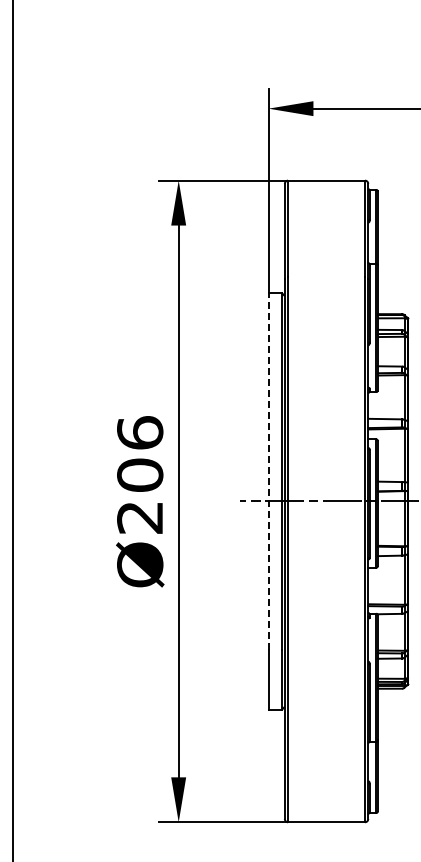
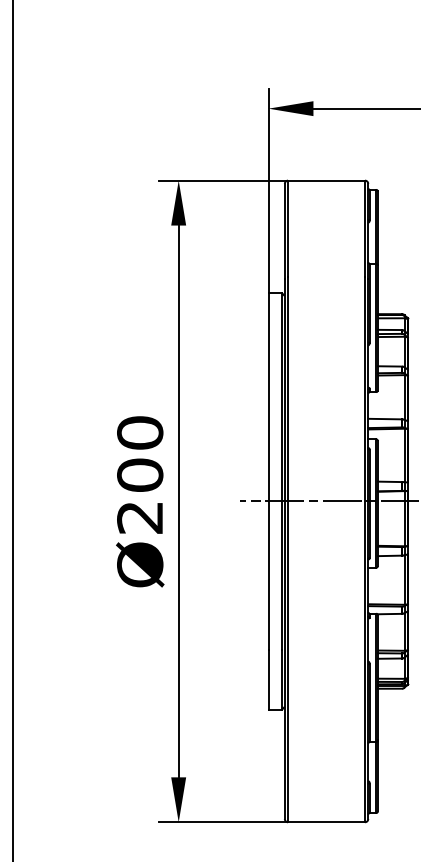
text at (140, 432): Ø206 -> Ø200
line at (268, 471): dashed -> solid
